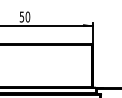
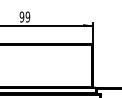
text at (24, 16): 50 -> 99
